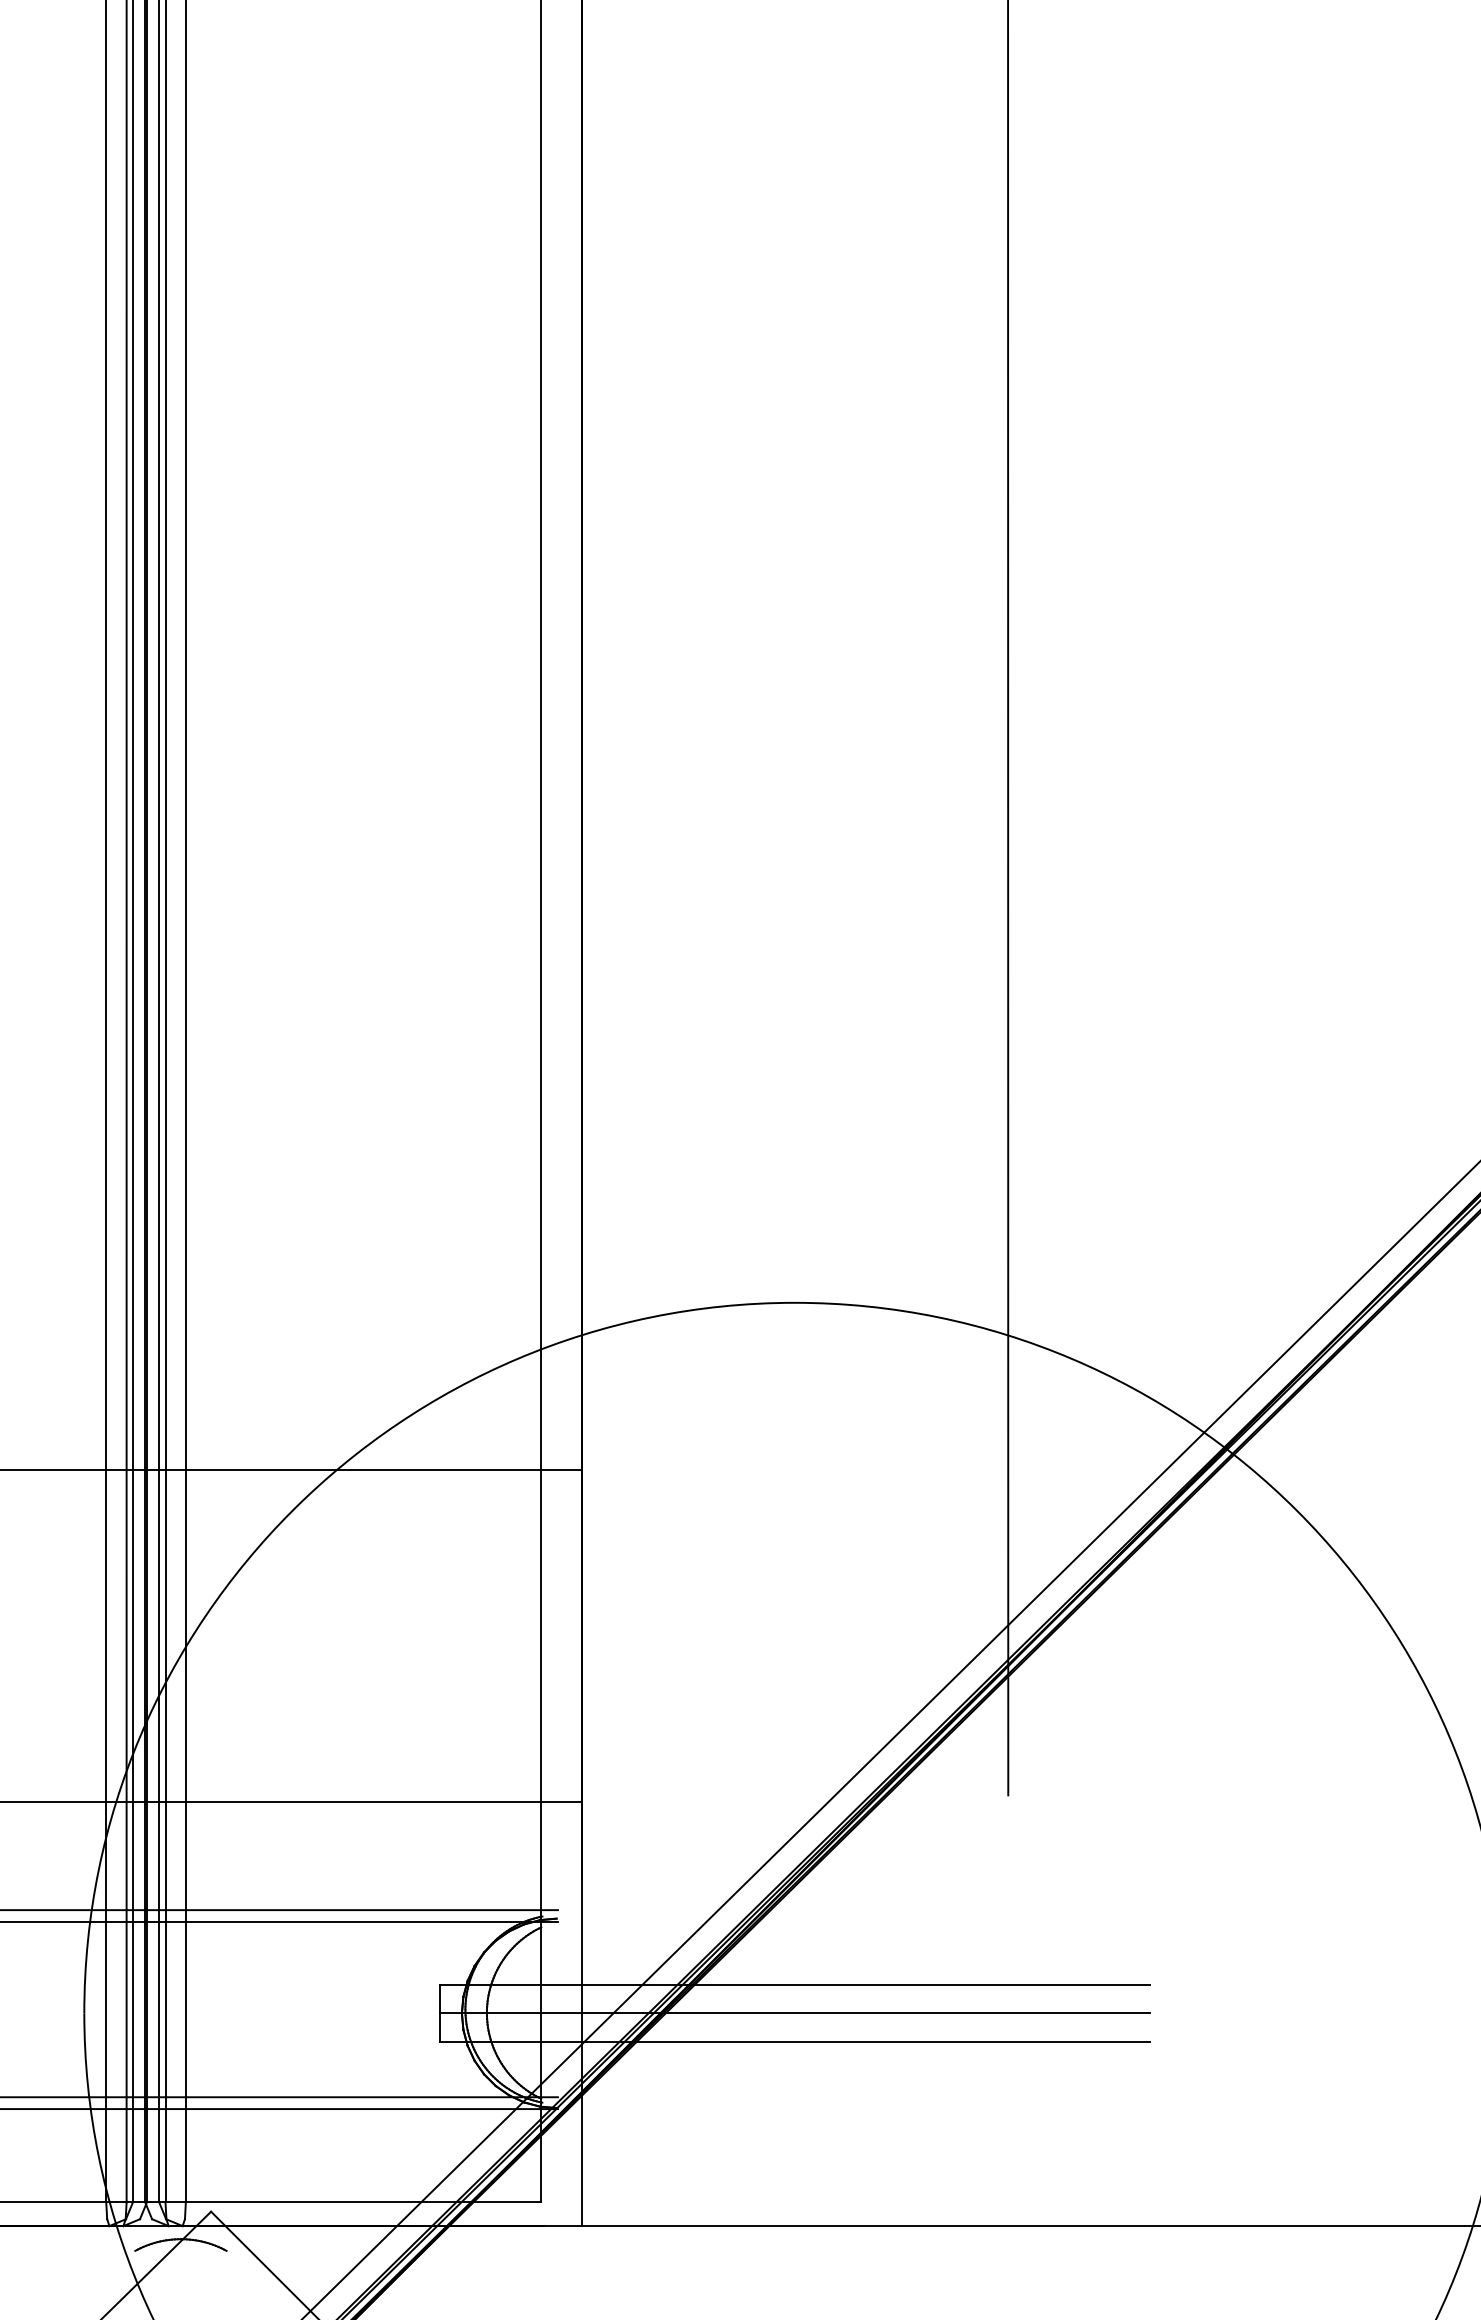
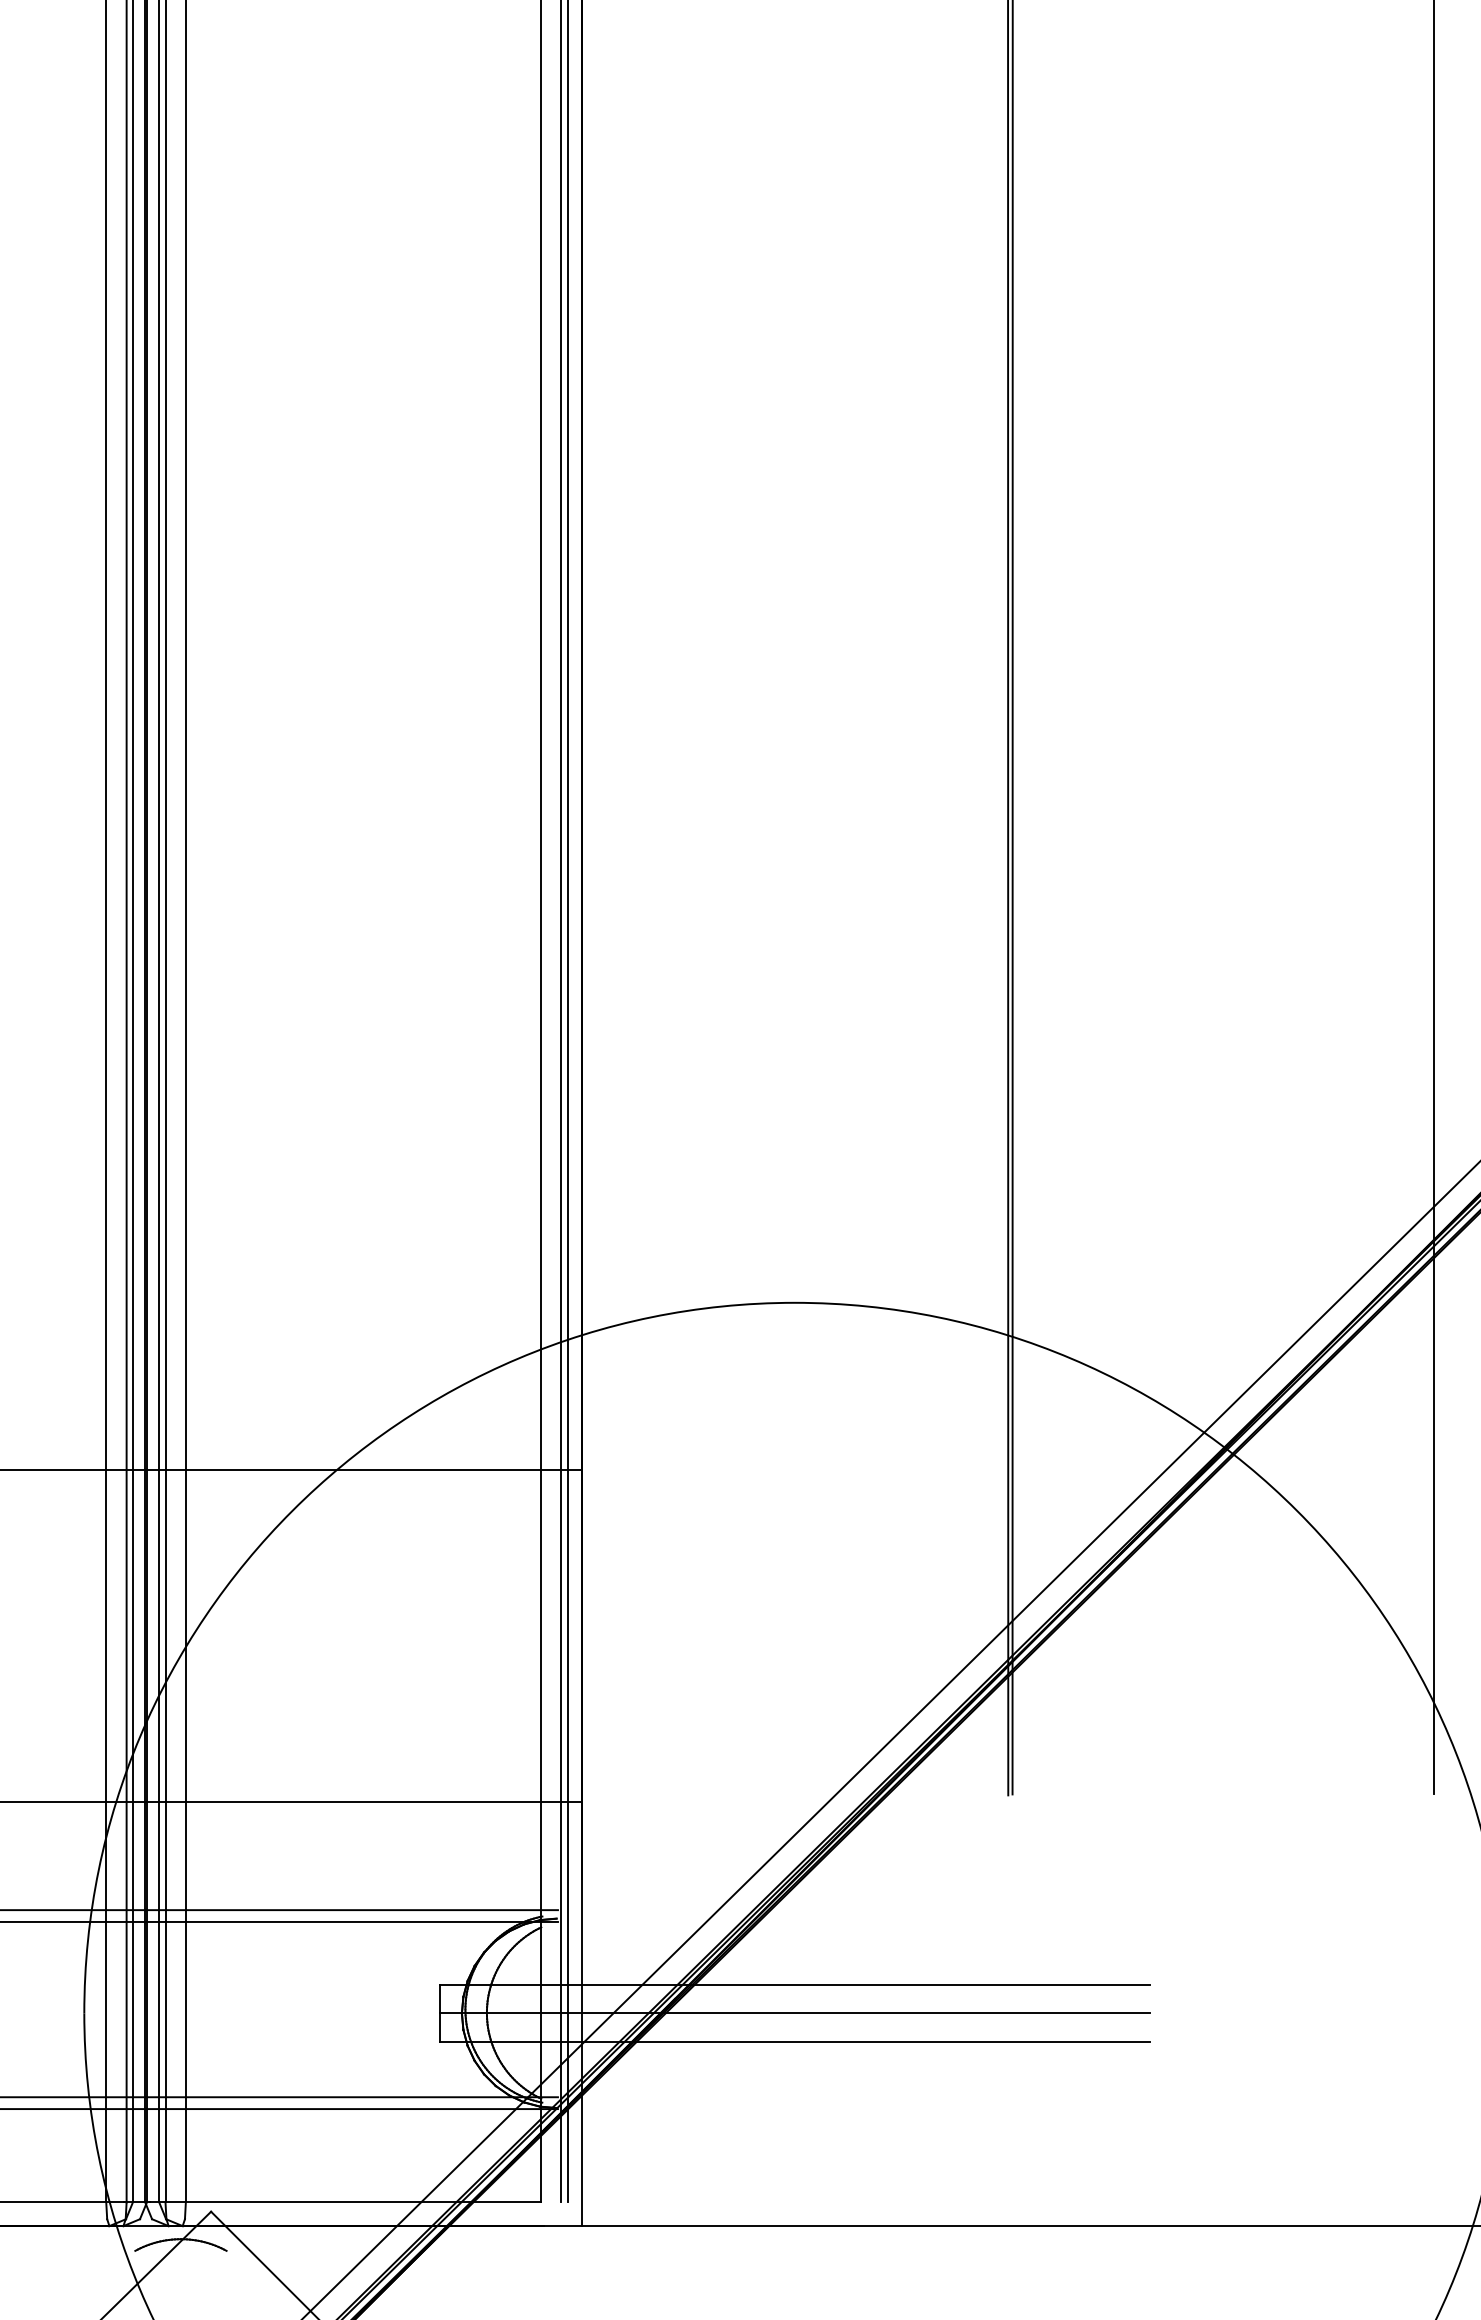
line at (1012, 898): none -> present
line at (1434, 898): none -> present
line at (561, 1102): none -> present
line at (567, 1102): none -> present
